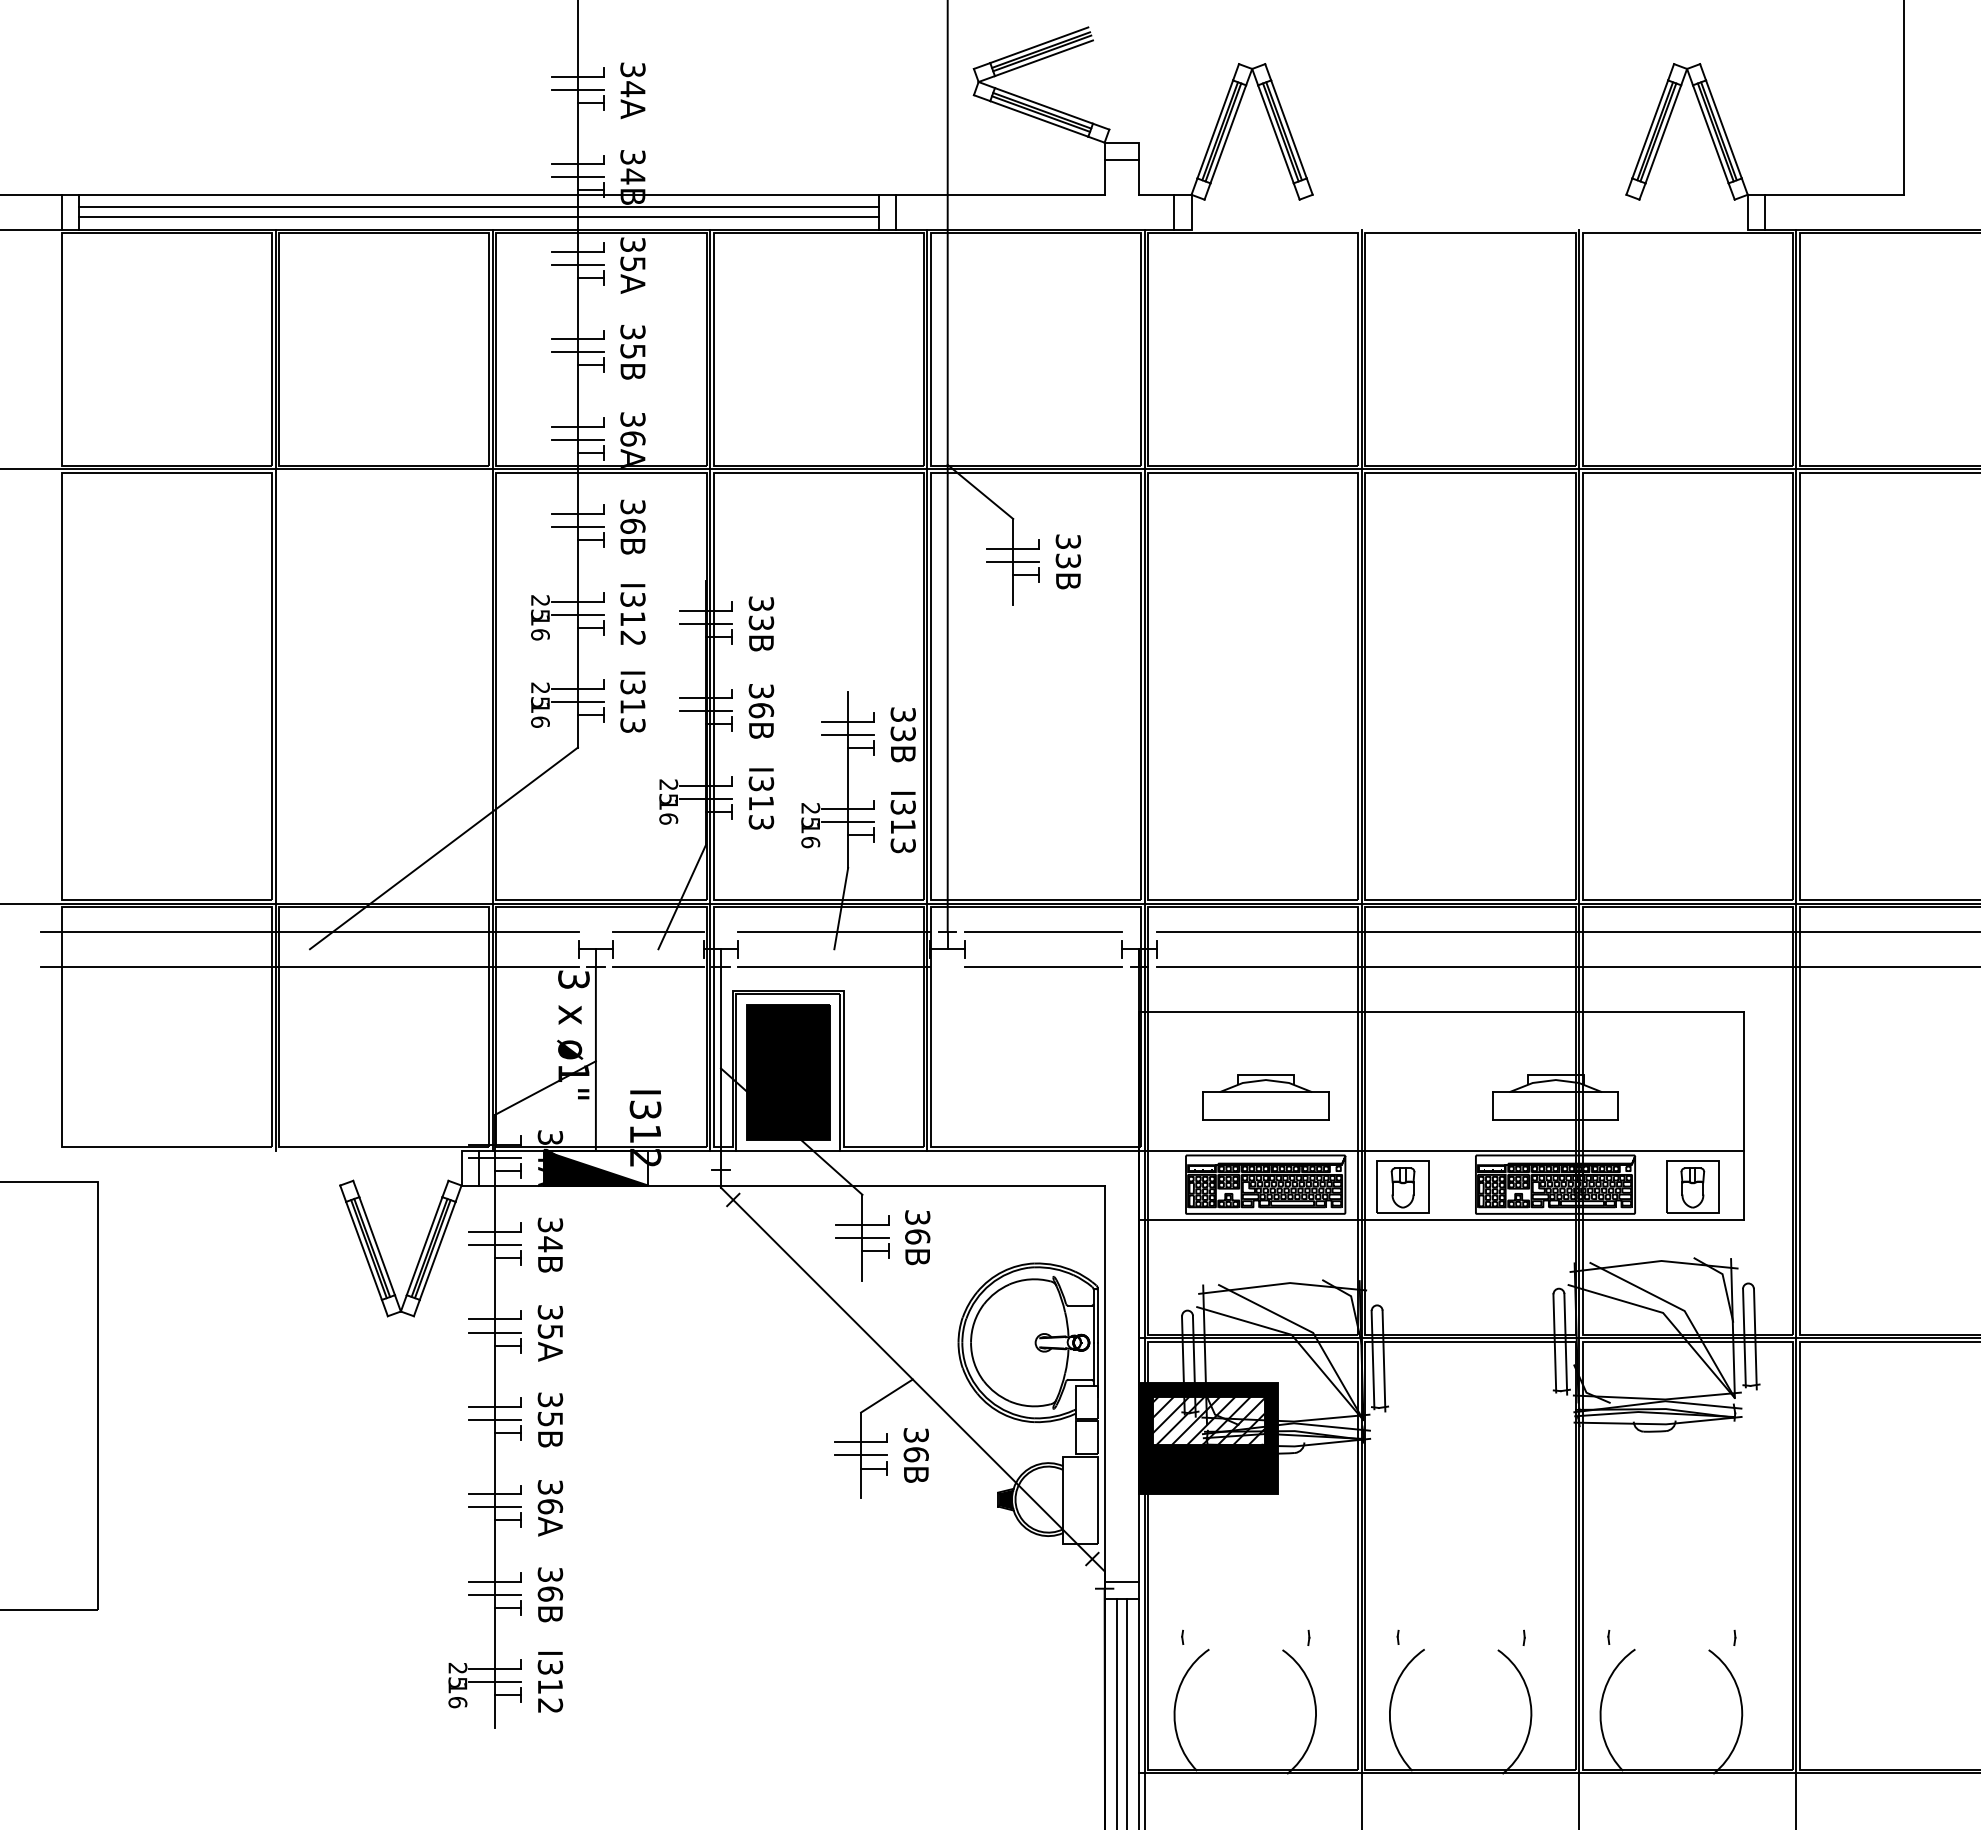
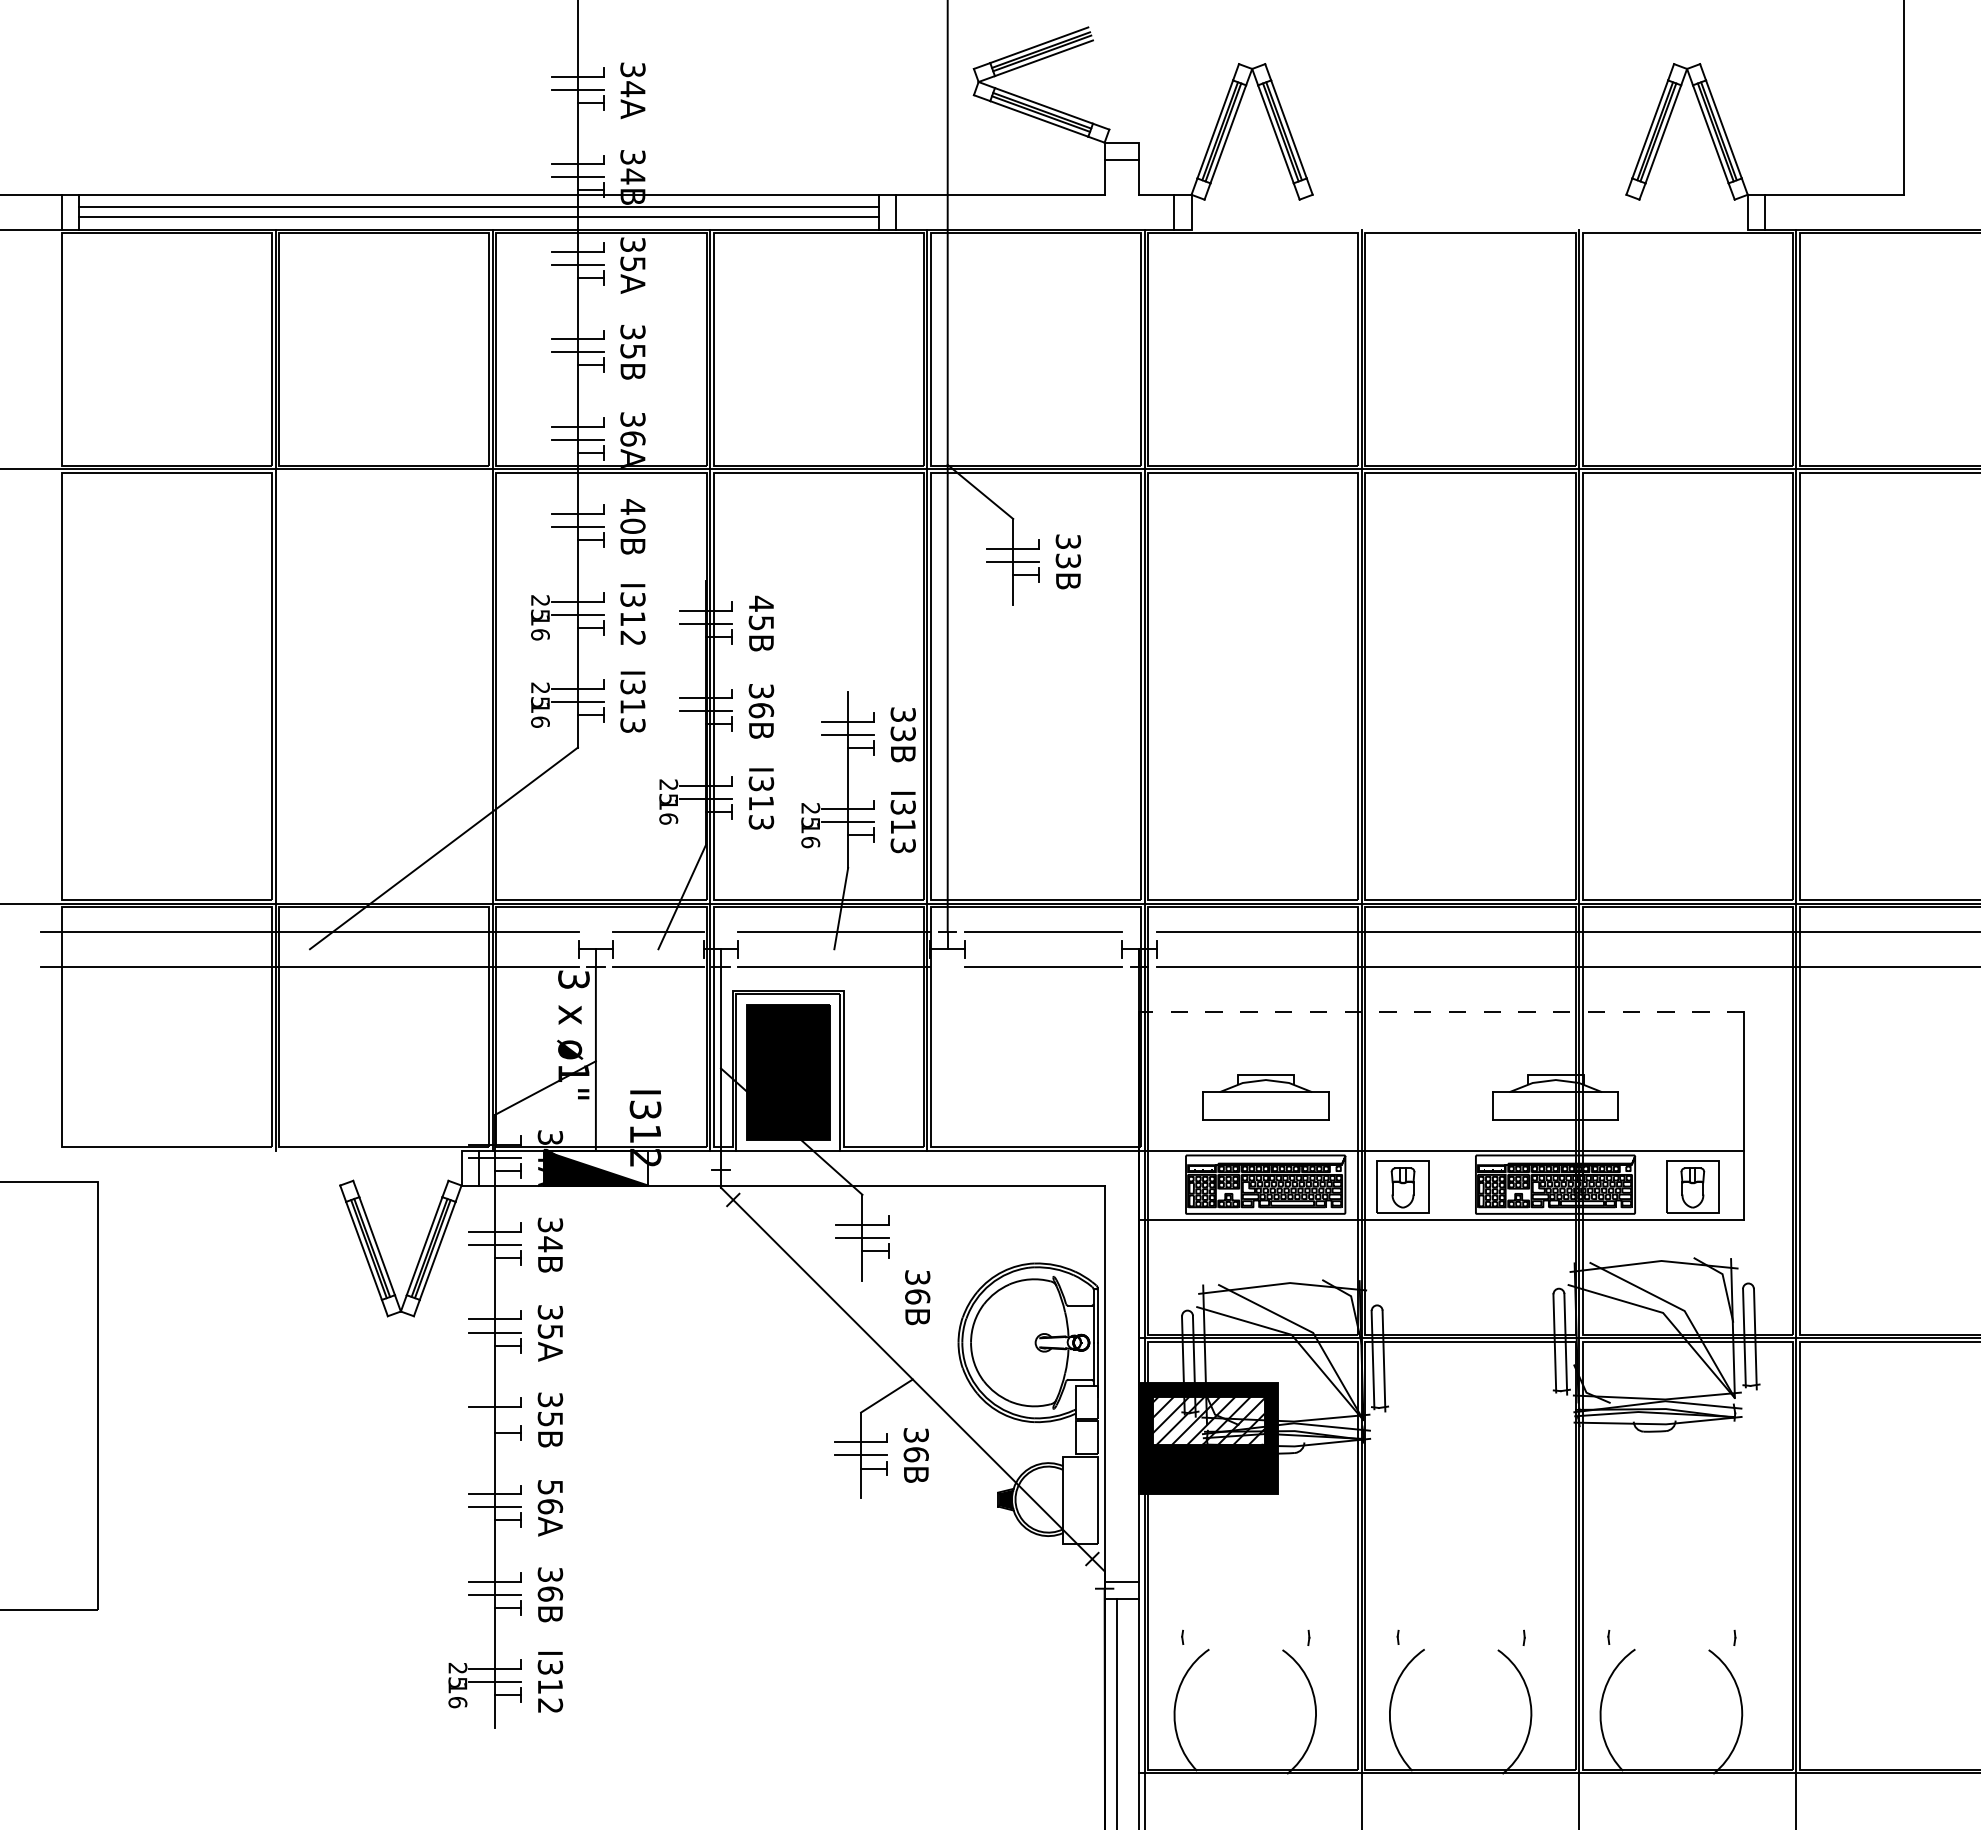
text at (632, 516): 36B -> 40B
text at (761, 612): 33B -> 45B
line at (1441, 1011): solid -> dashed
text at (917, 1237) position: (917, 1237) -> (917, 1297)
line at (495, 1419): present -> none
text at (550, 1487): 36A -> 56A
line at (1127, 1712): present -> none
